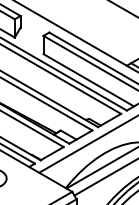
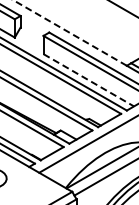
line at (69, 32): solid -> dashed
line at (89, 80): solid -> dashed
